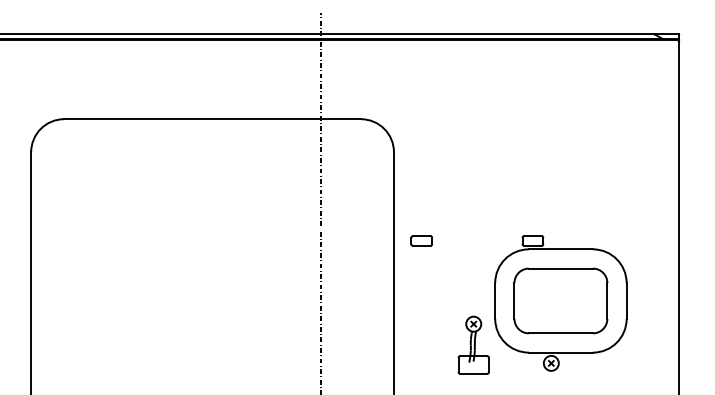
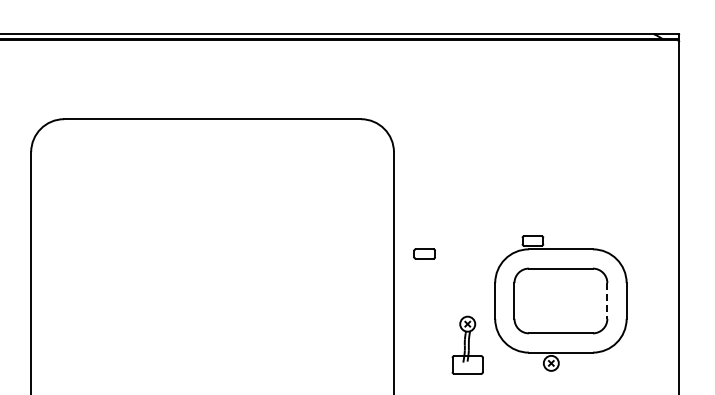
line at (320, 201): present -> none
part at (421, 240) position: (421, 240) -> (424, 253)
line at (607, 301): solid -> dashed
part at (473, 344) position: (473, 344) -> (467, 344)
